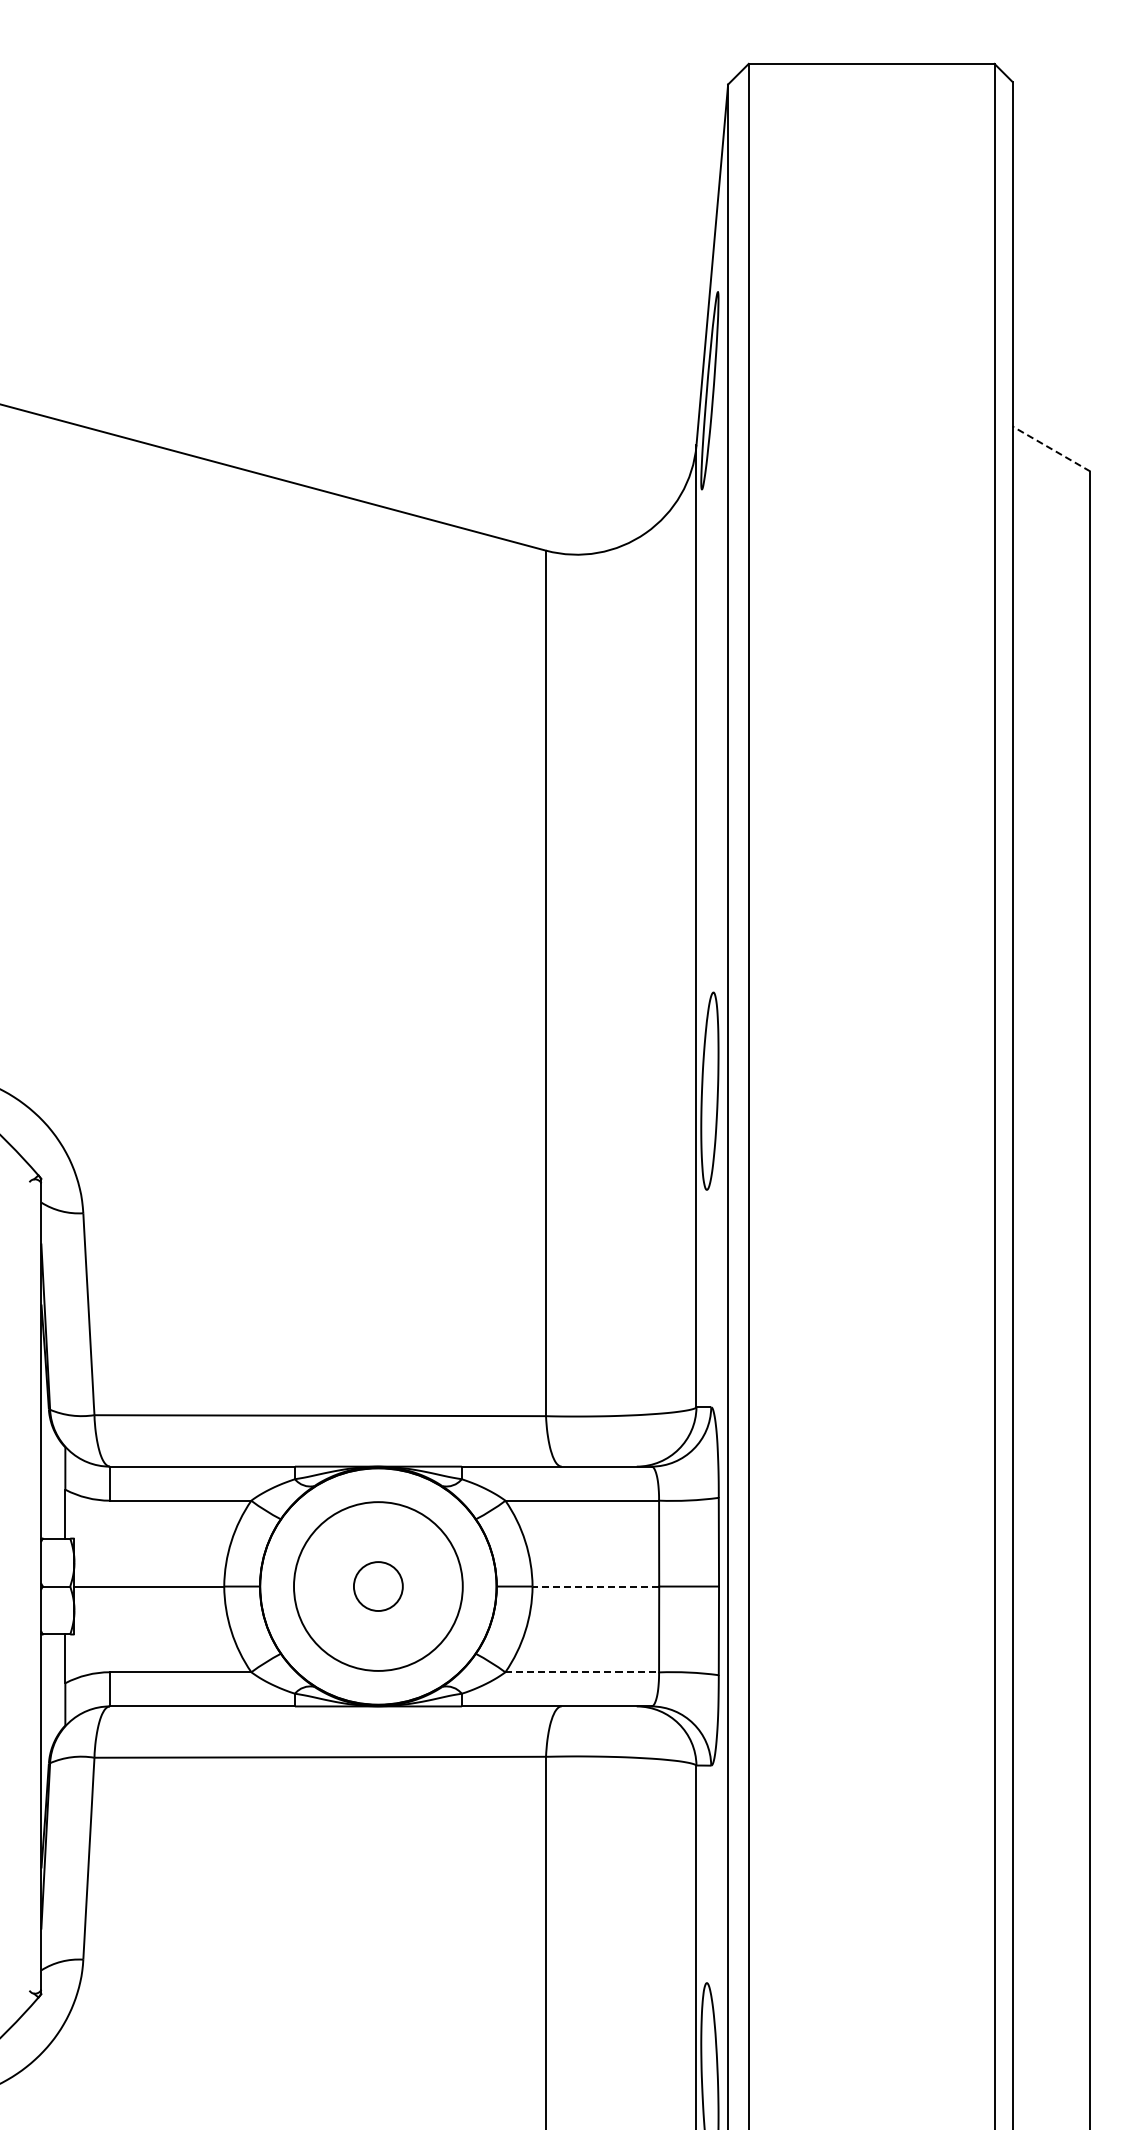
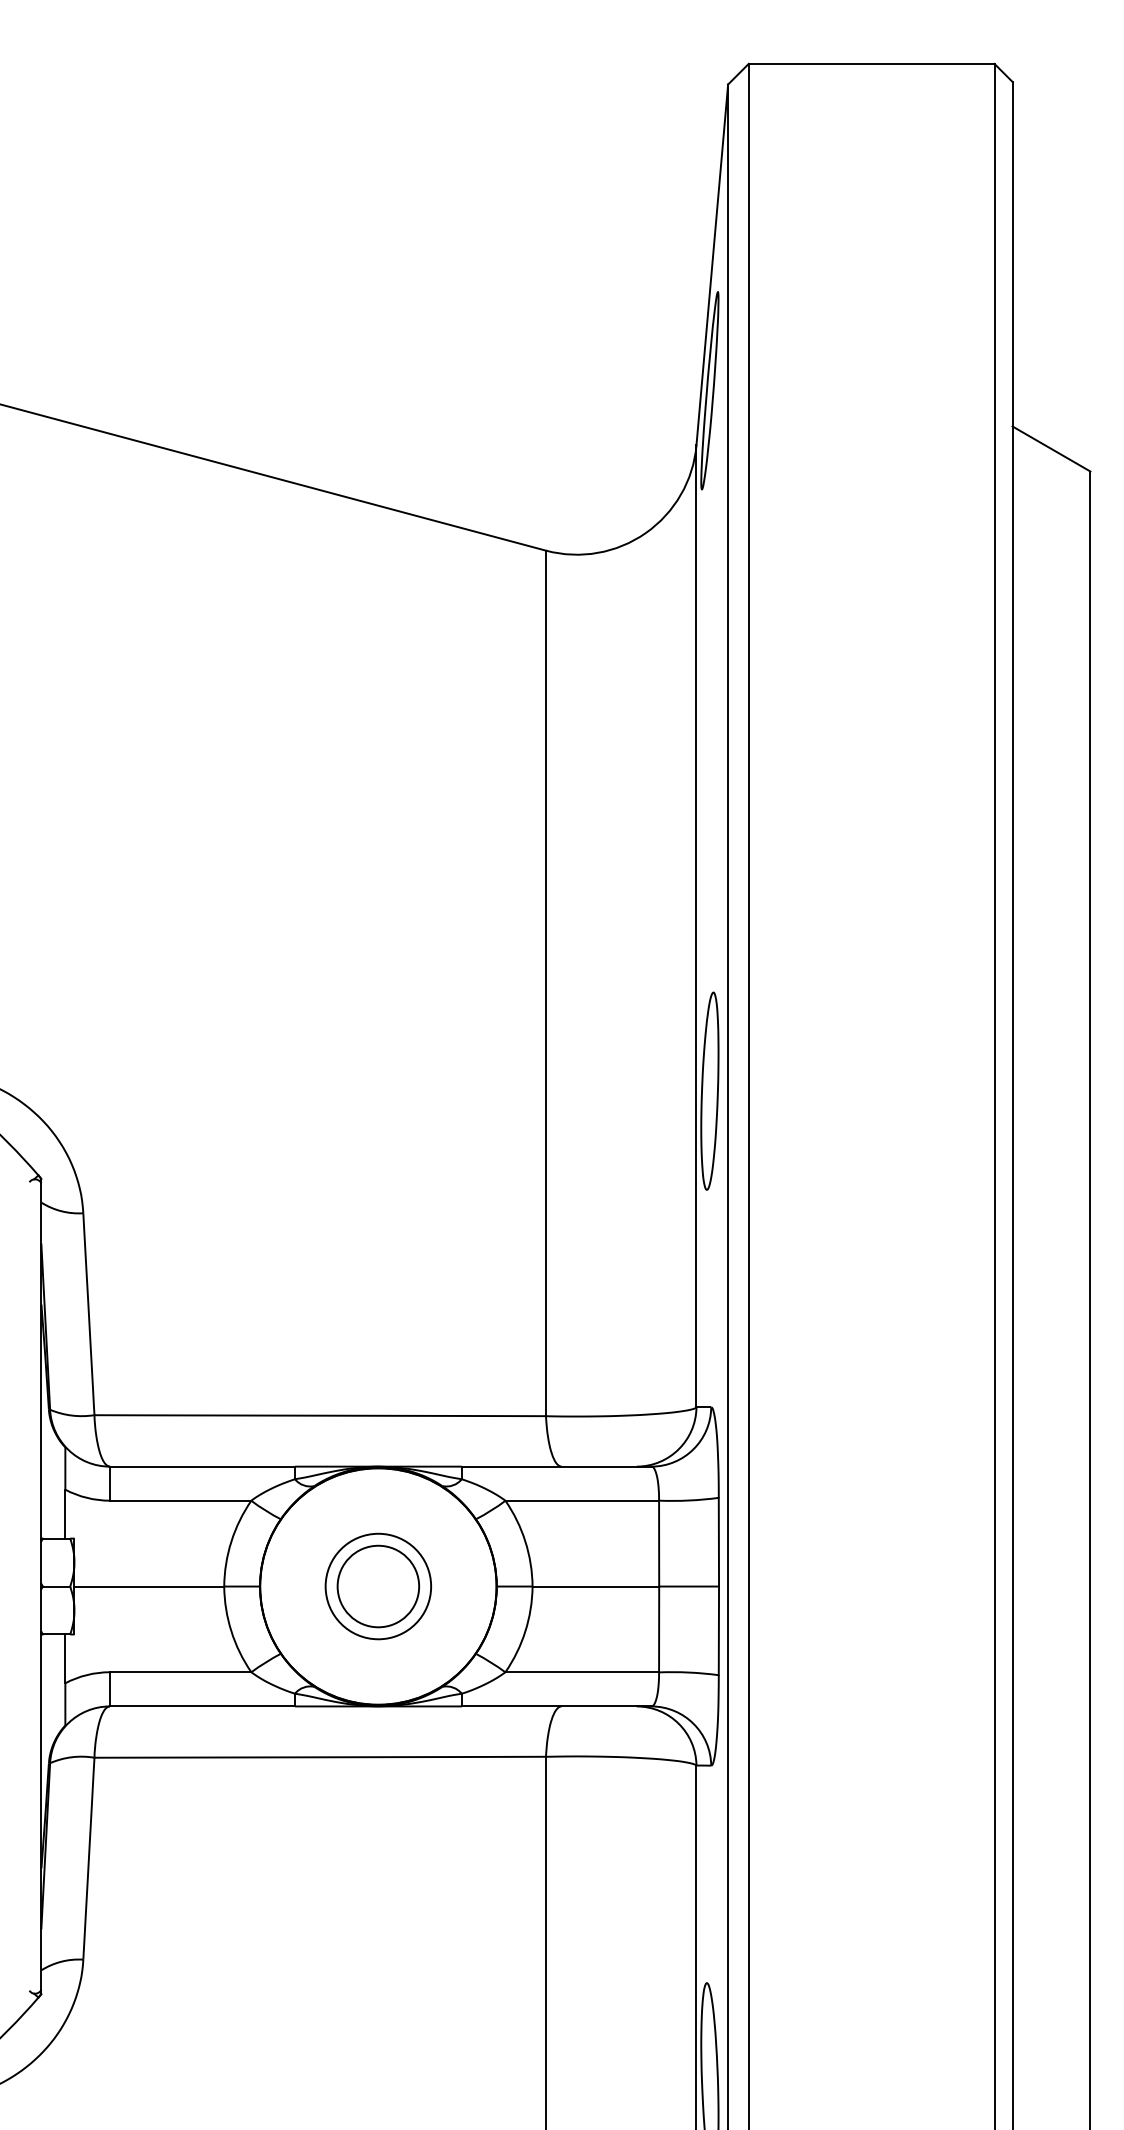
line at (1051, 448): dashed -> solid
circle at (377, 1586) diameter: 49 px -> 82 px
circle at (378, 1586) diameter: 169 px -> 106 px
line at (595, 1586): dashed -> solid
line at (582, 1672): dashed -> solid
